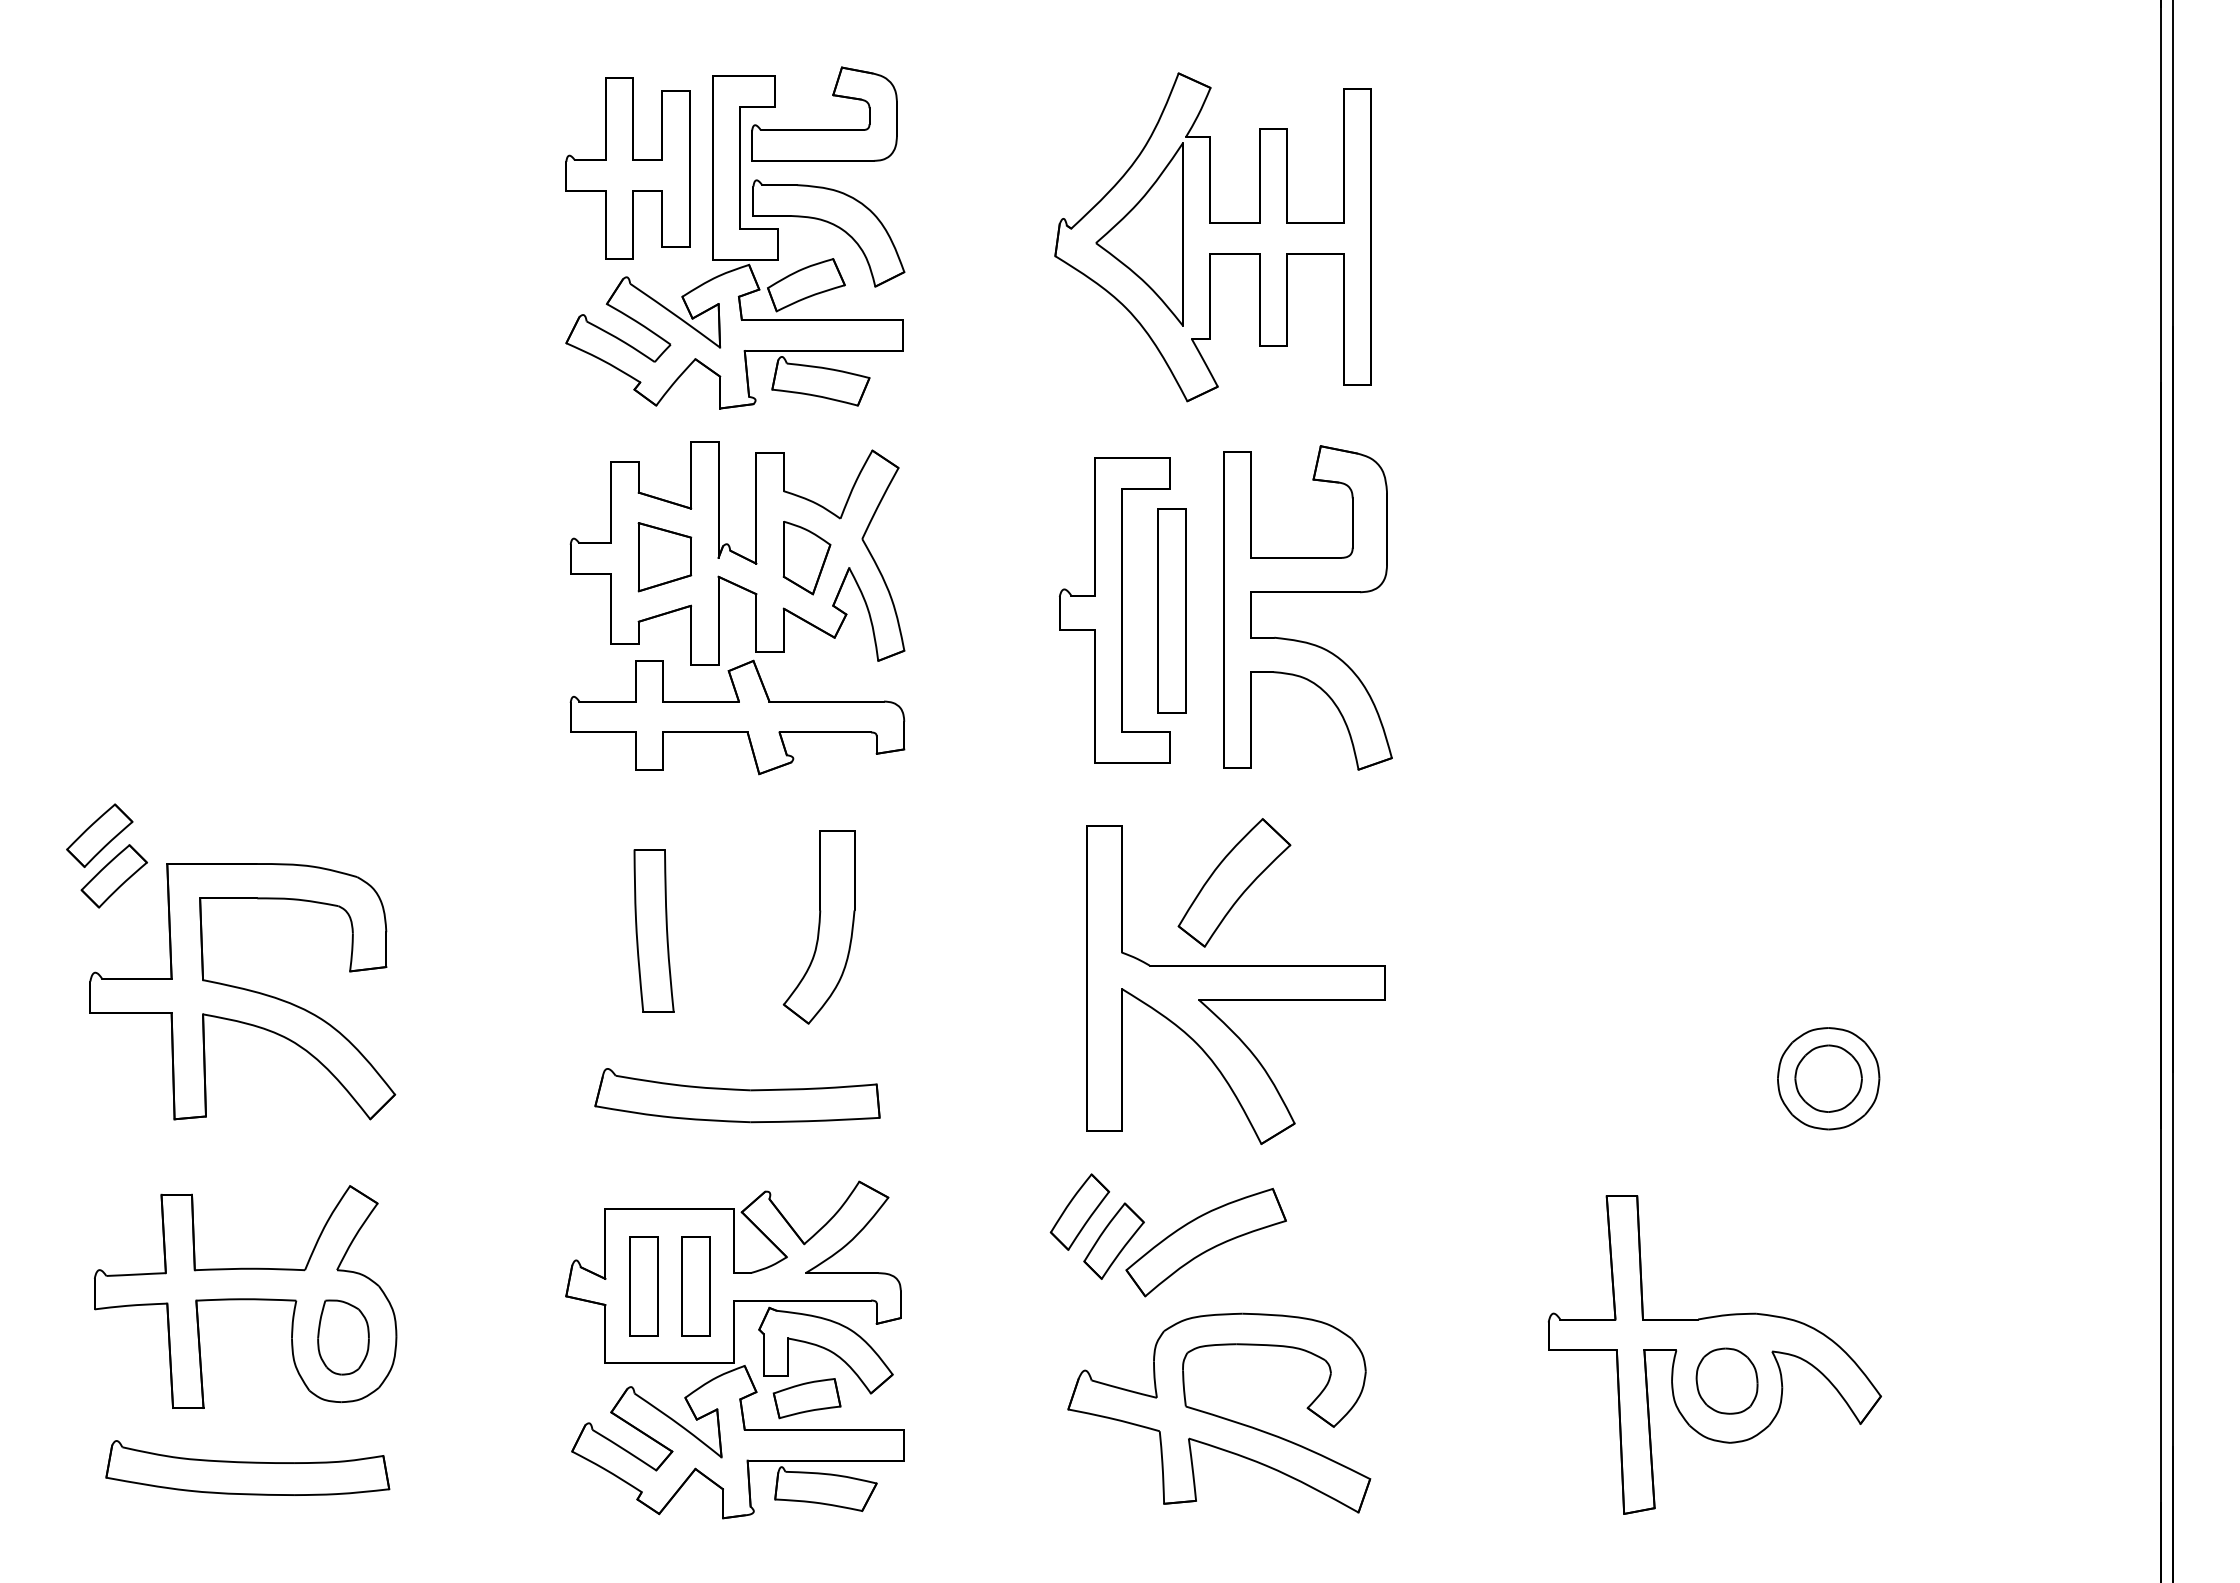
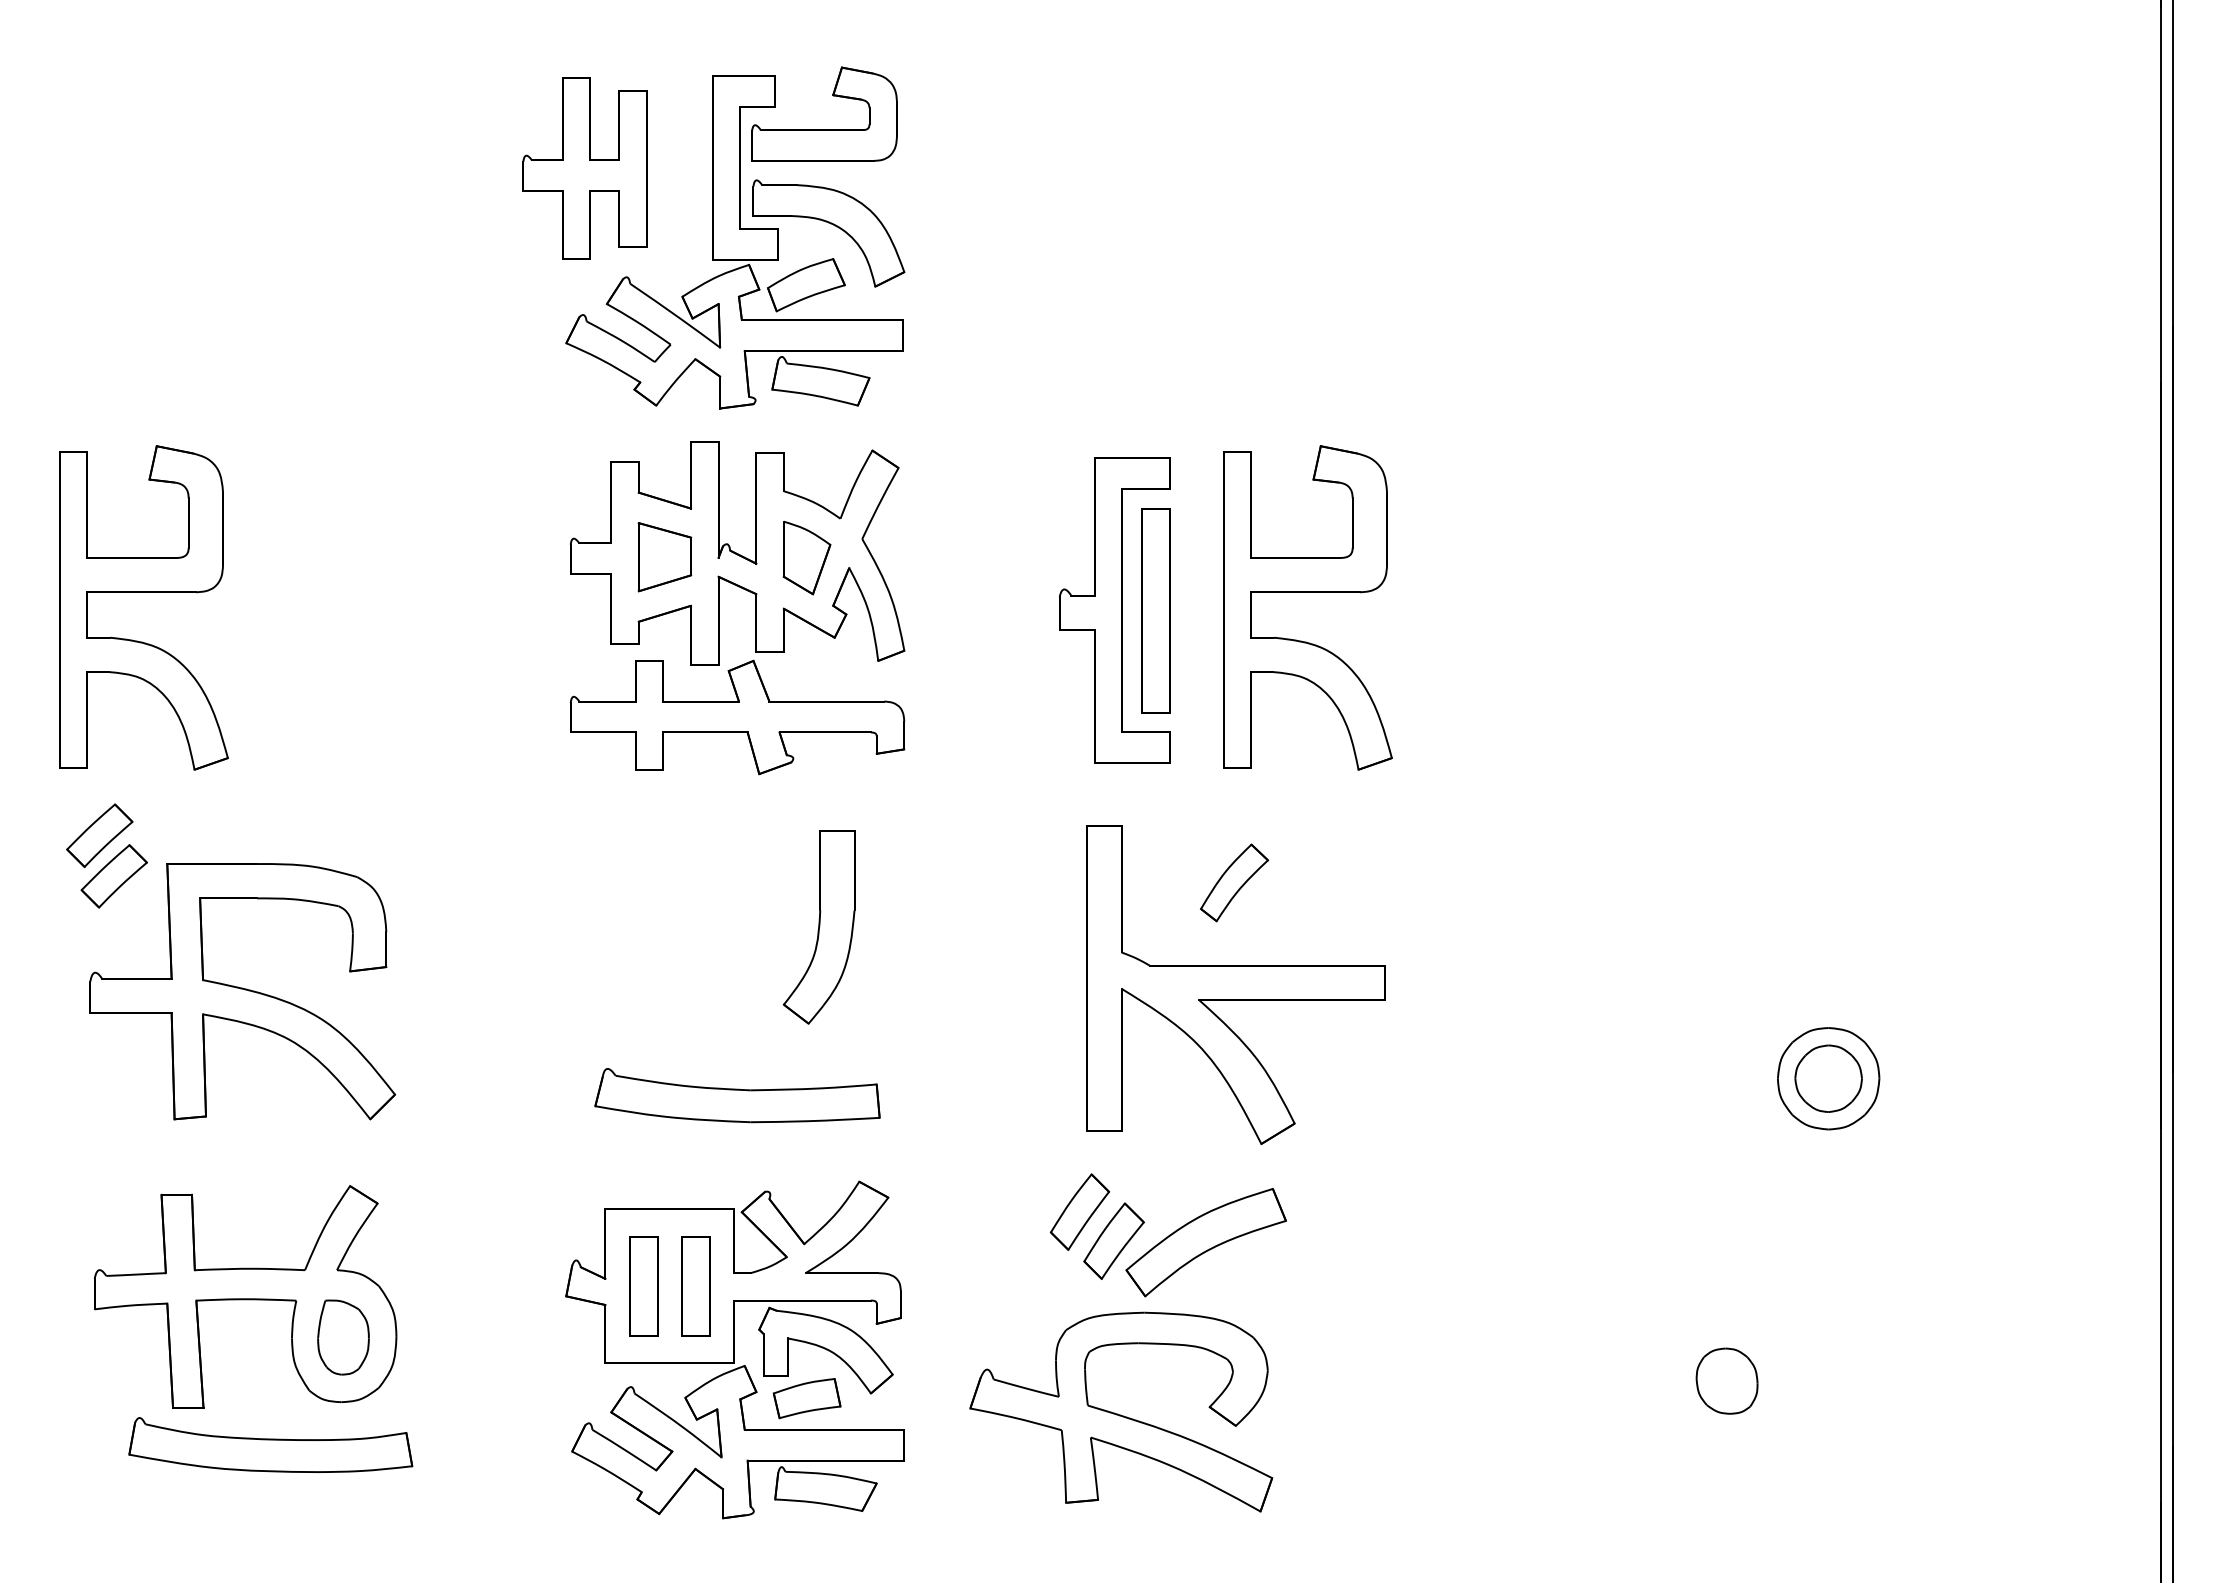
part at (627, 168) position: (627, 168) -> (584, 168)
part at (1212, 237): present -> none
part at (143, 592): none -> present
part at (1171, 610) position: (1171, 610) -> (1155, 610)
part at (1234, 882) size: 115x130 px -> 70x80 px
part at (653, 930): present -> none
part at (1714, 1354): present -> none
part at (1219, 1412) position: (1219, 1412) -> (1121, 1411)
part at (247, 1467) position: (247, 1467) -> (270, 1444)
